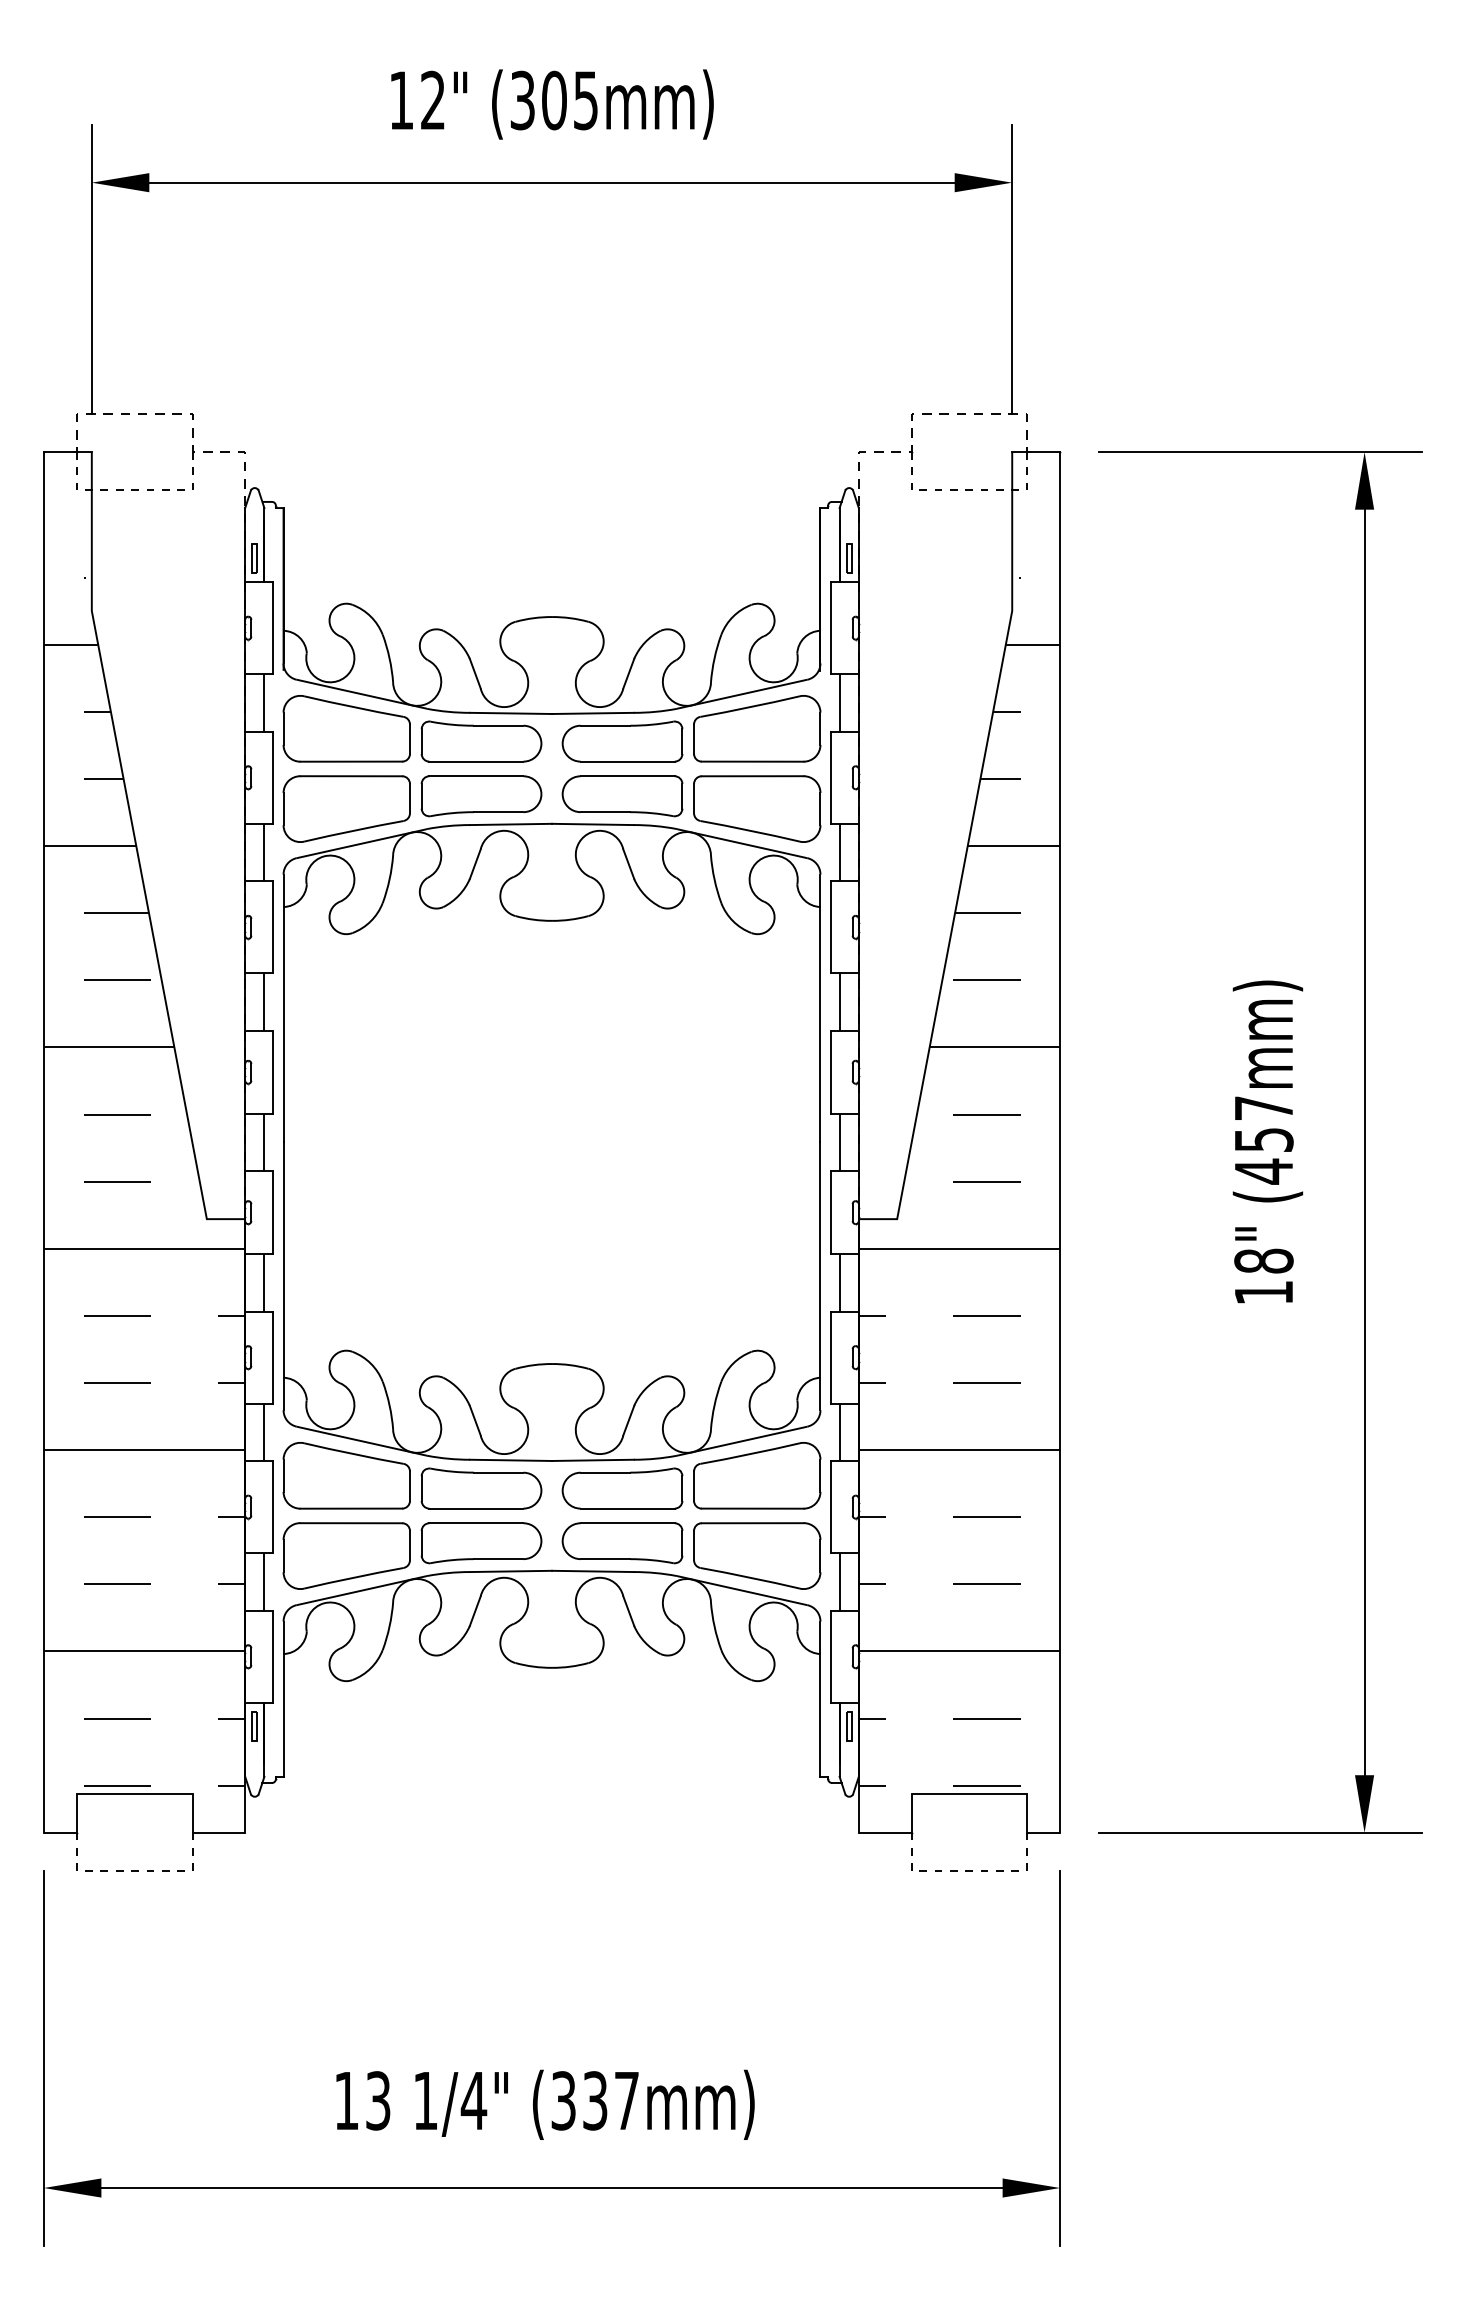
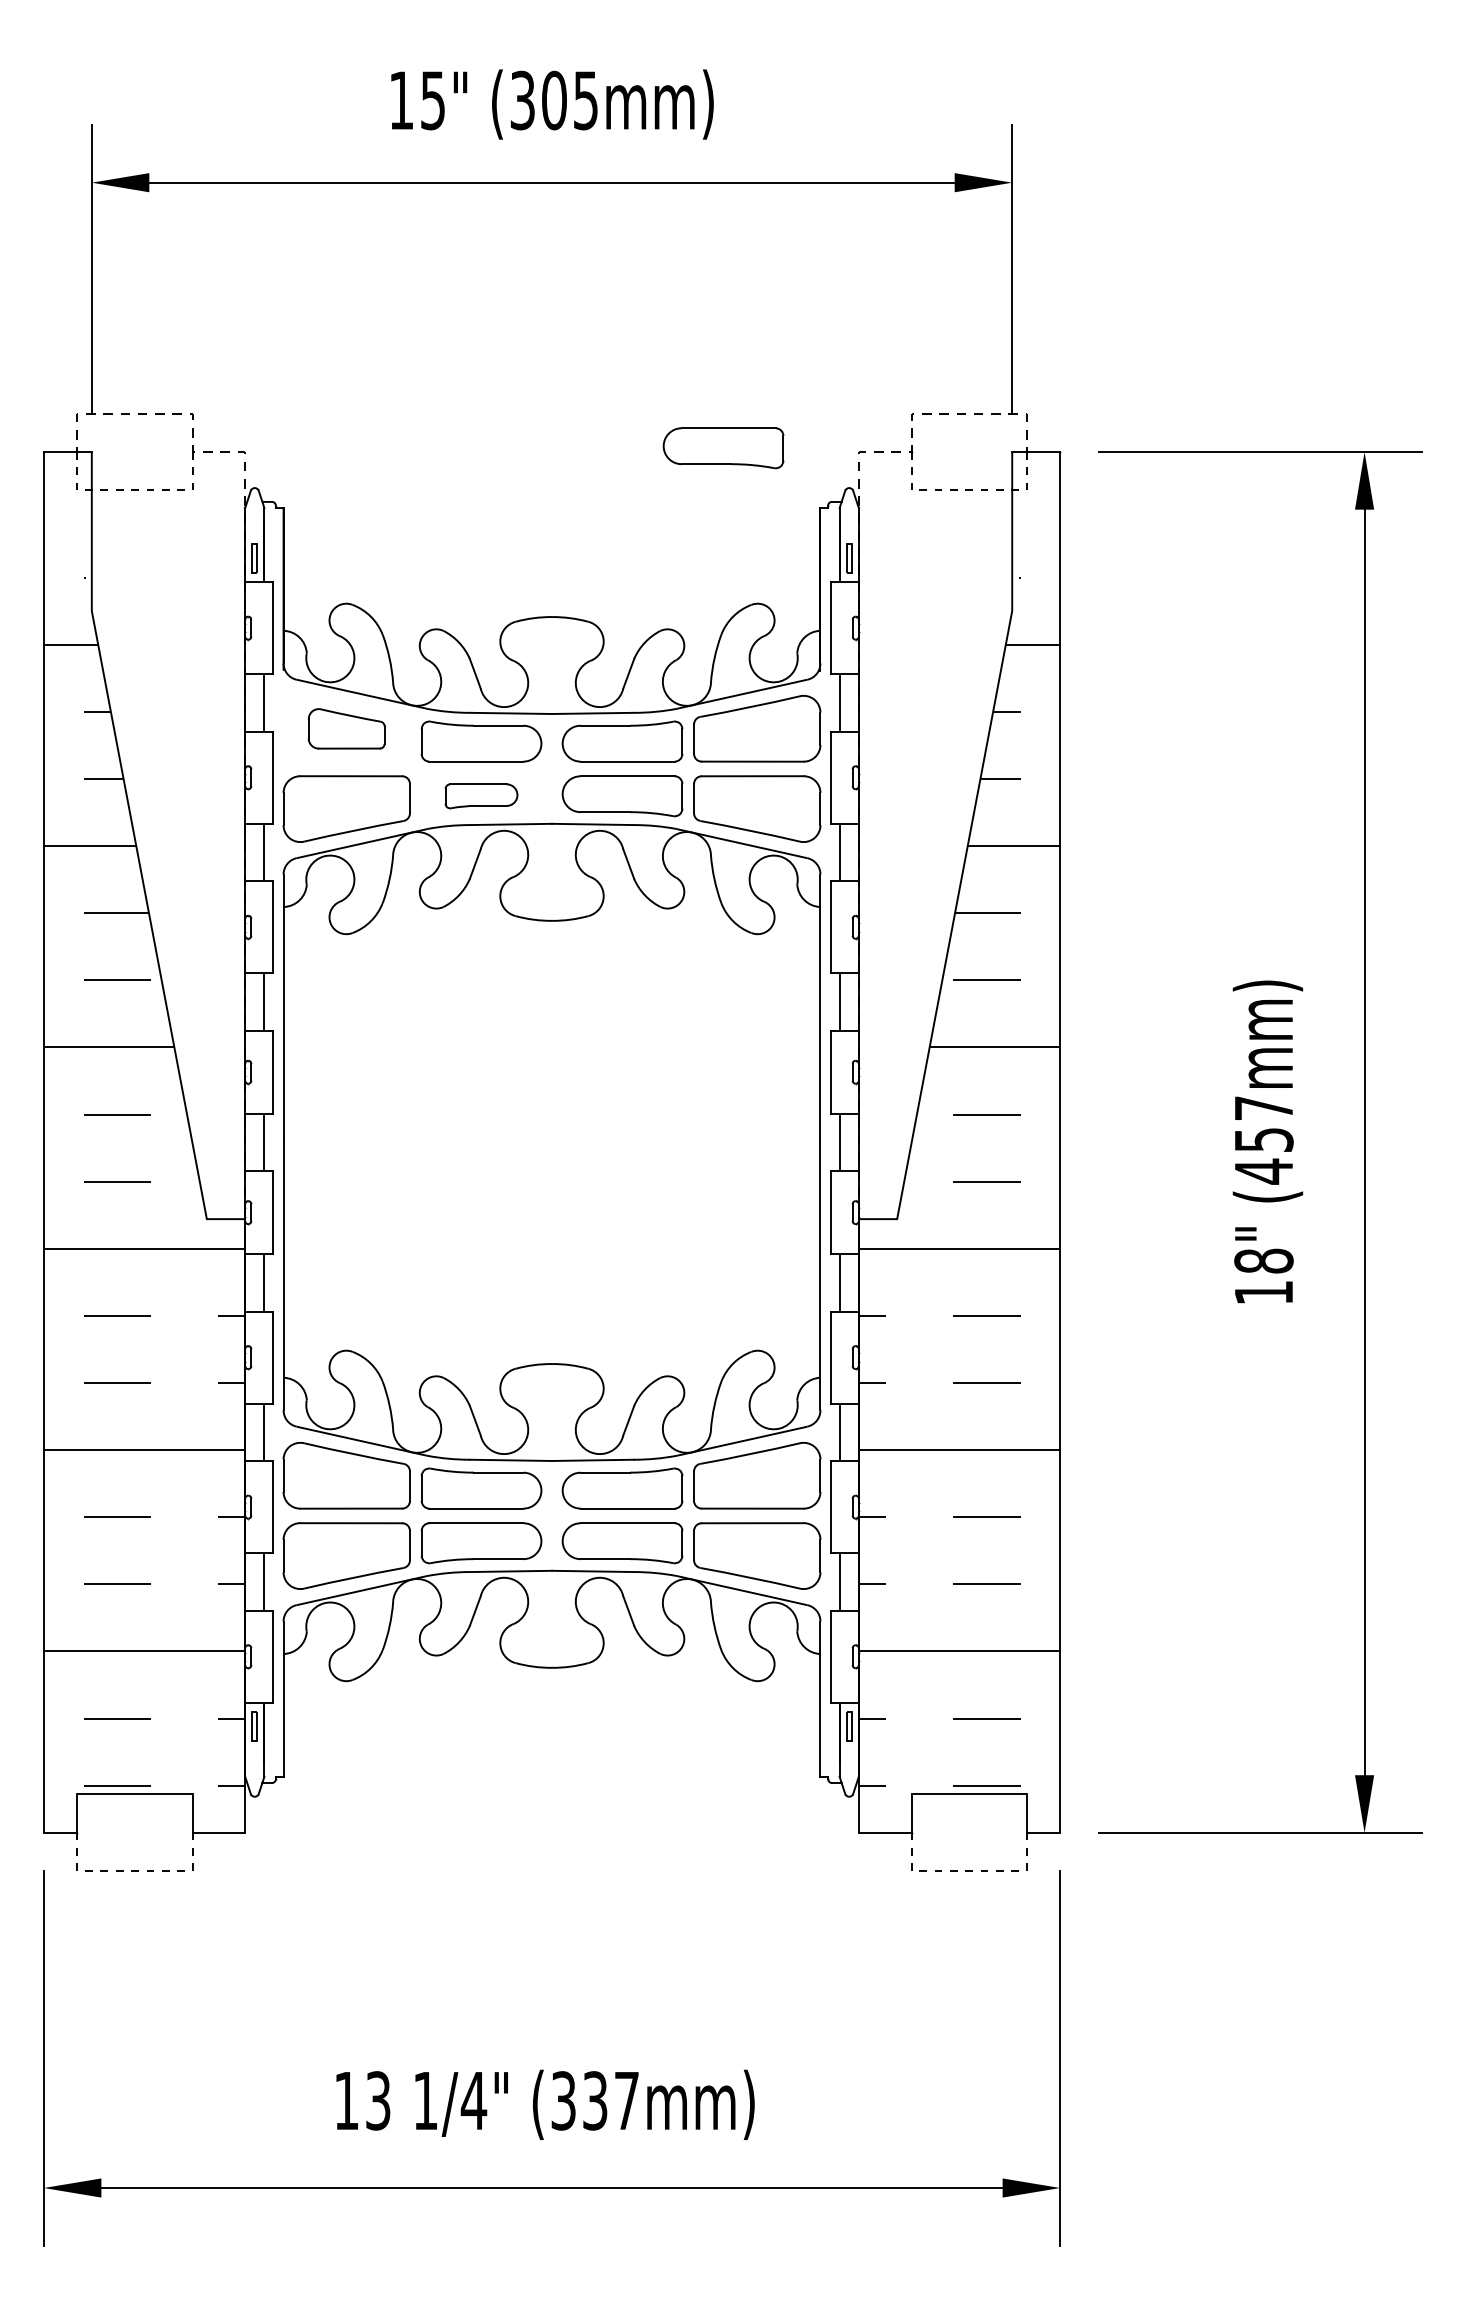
text at (432, 100): 12" -> 15"
part at (723, 448): none -> present
part at (346, 728) size: 129x68 px -> 79x42 px
part at (481, 796) size: 123x43 px -> 75x27 px
